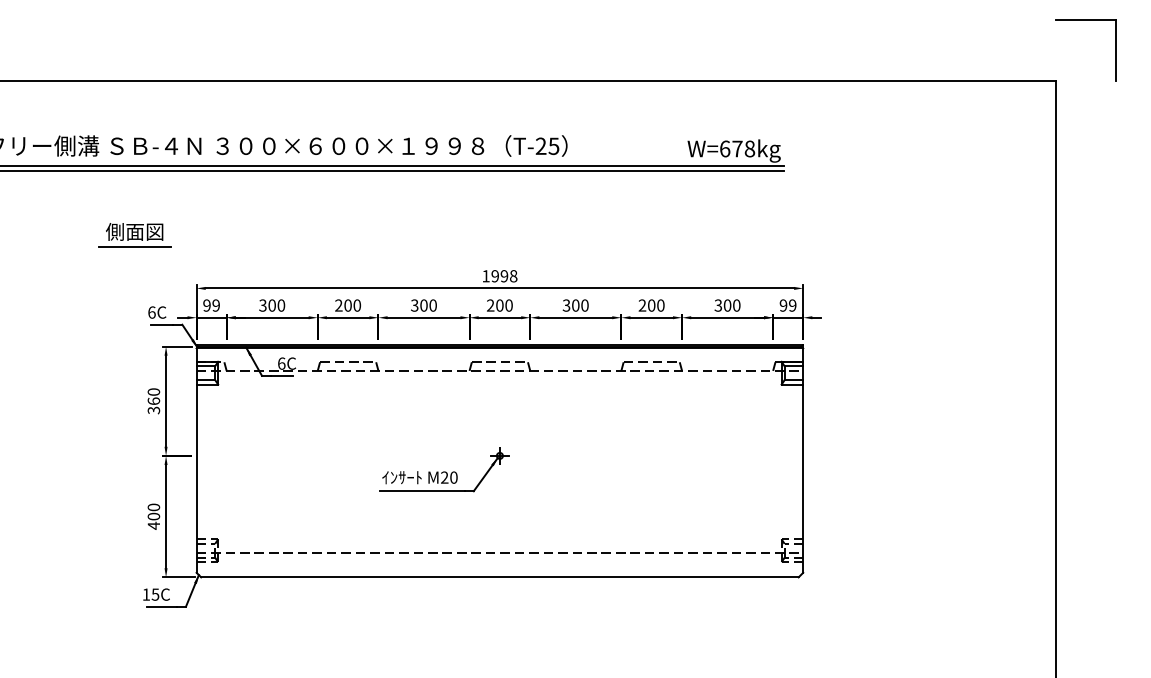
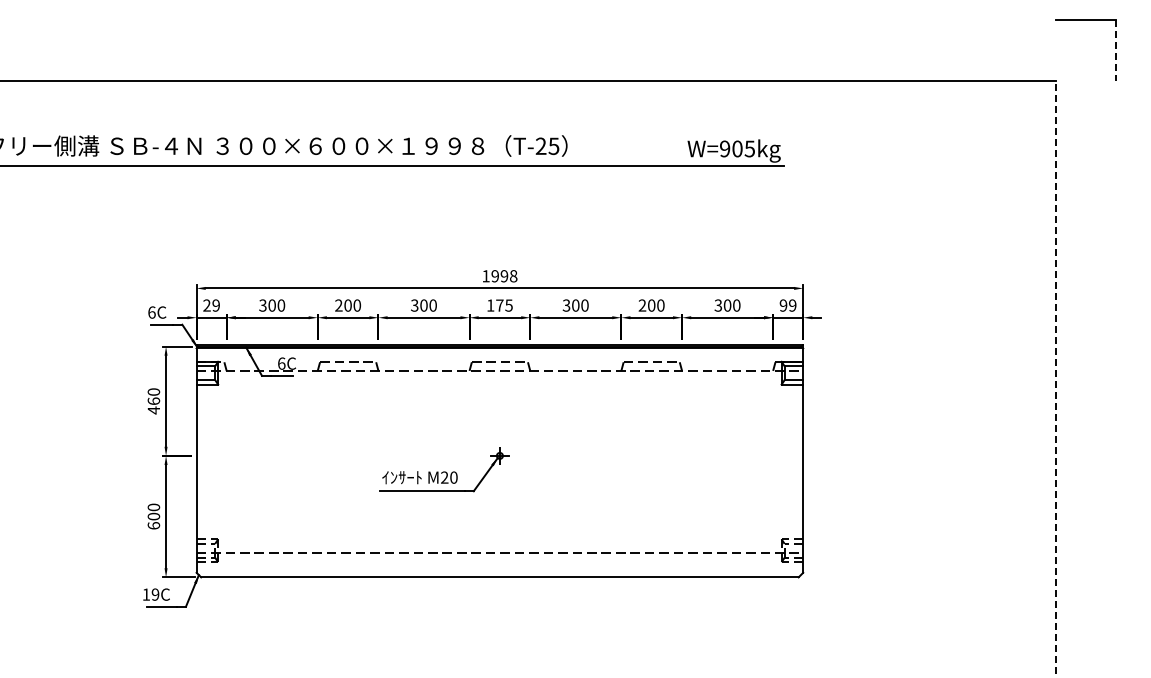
line at (1116, 51): solid -> dashed
text at (737, 148): W=678kg -> W=905kg
line at (393, 171): present -> none
part at (134, 235): present -> none
text at (206, 305): 99 -> 29
text at (499, 305): 200 -> 175
line at (1055, 378): solid -> dashed
text at (153, 410): 360 -> 460
text at (153, 525): 400 -> 600
text at (155, 594): 15C -> 19C
